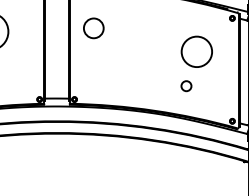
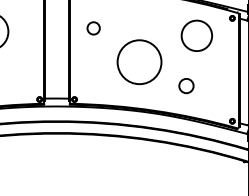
circle at (93, 28) size: 22x23 px -> 15x15 px
circle at (196, 51) position: (196, 51) -> (196, 35)
circle at (139, 61): none -> present
circle at (186, 86) size: 13x13 px -> 17x17 px
